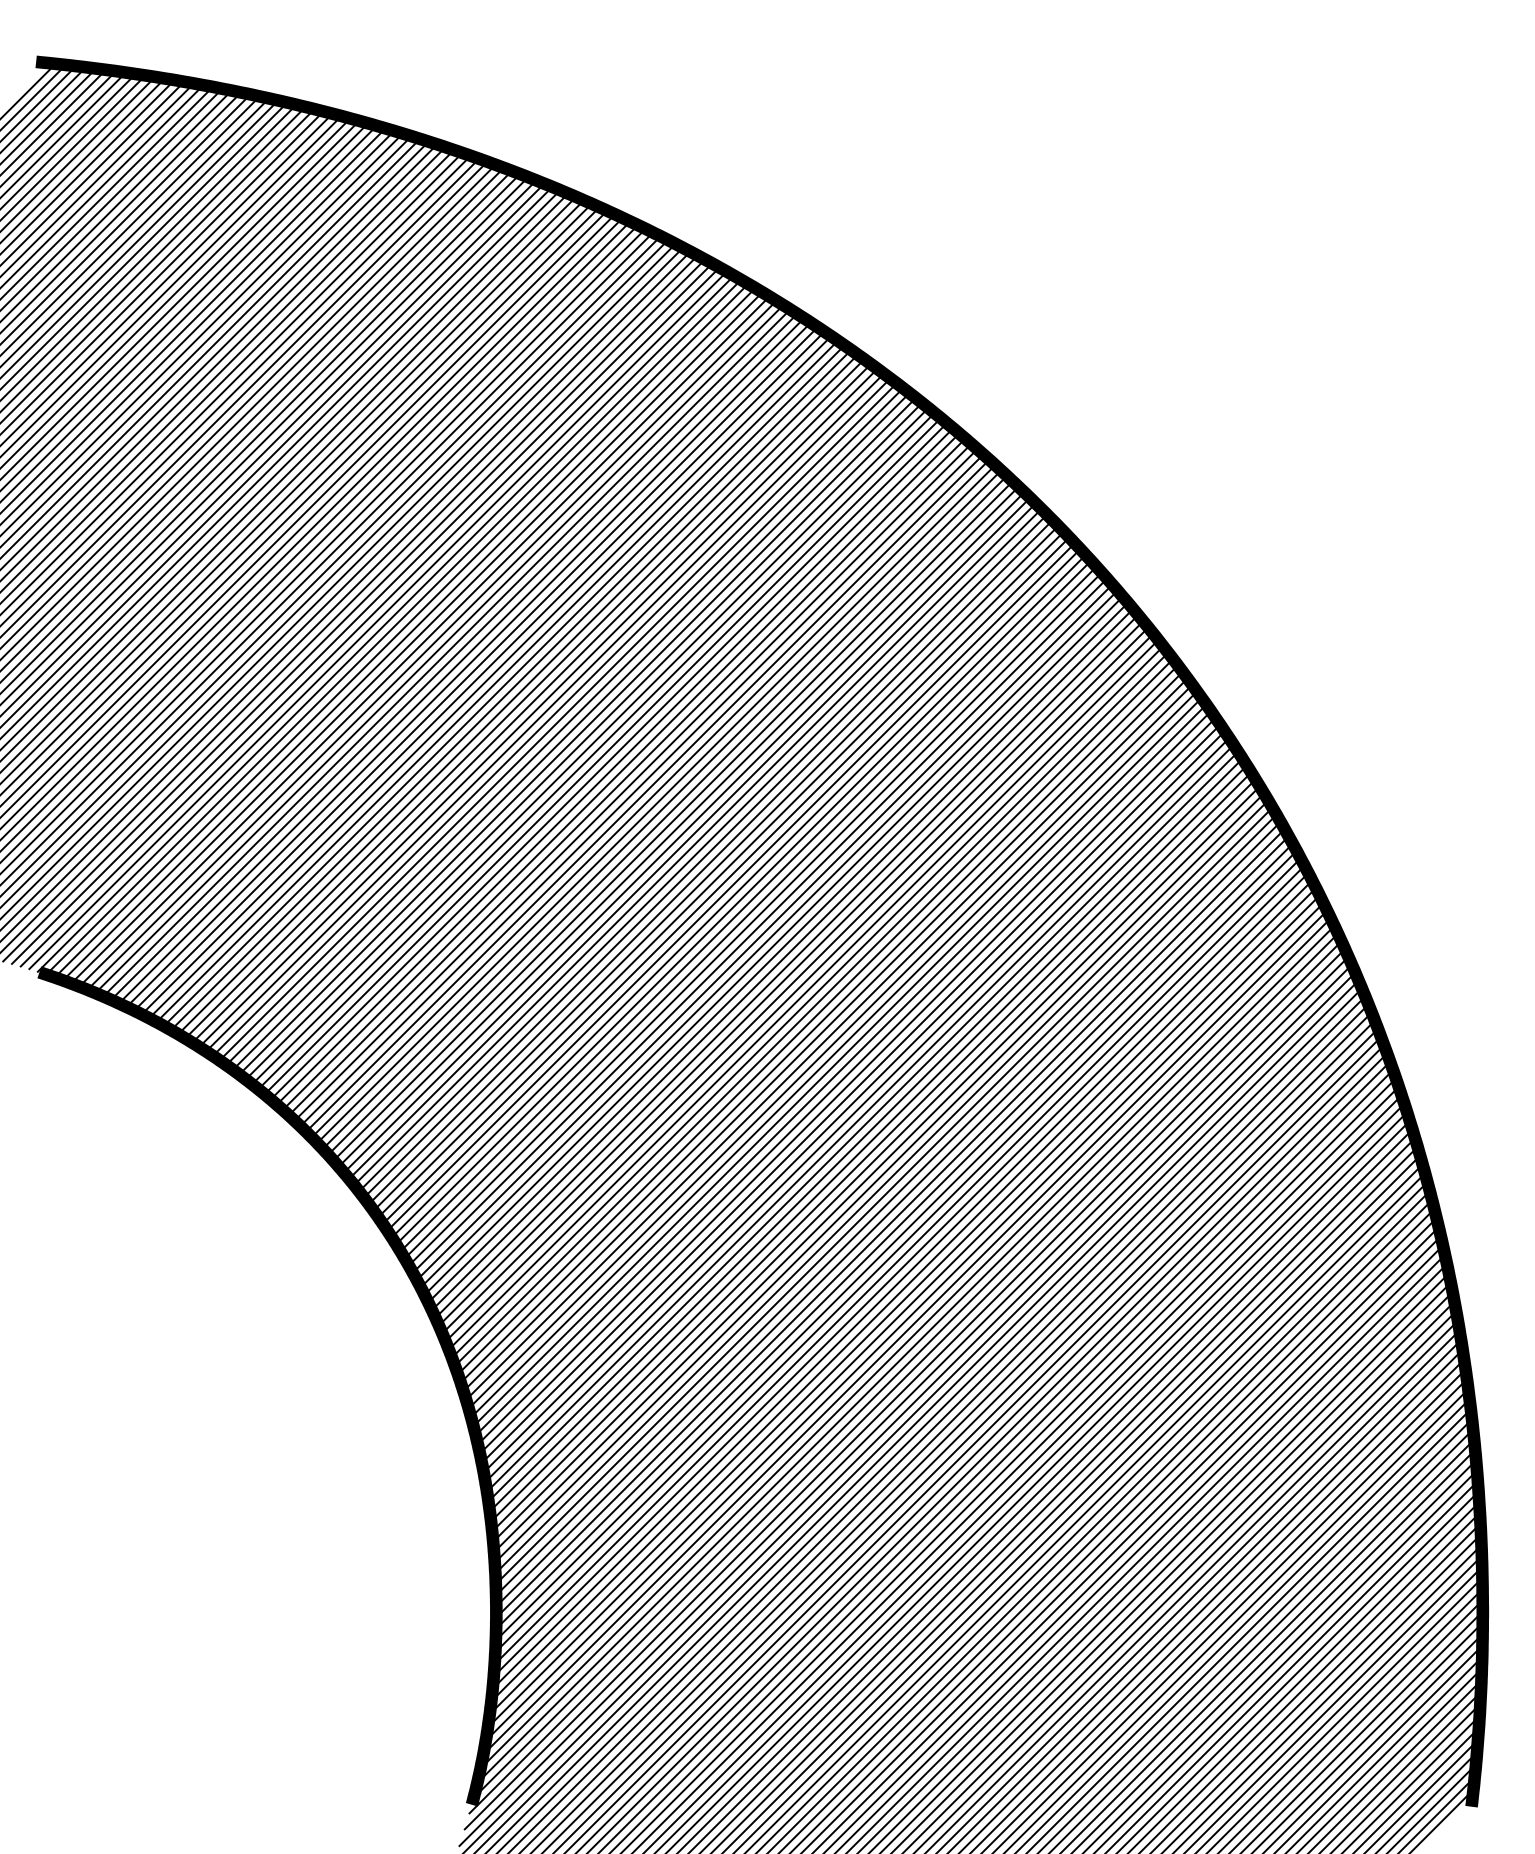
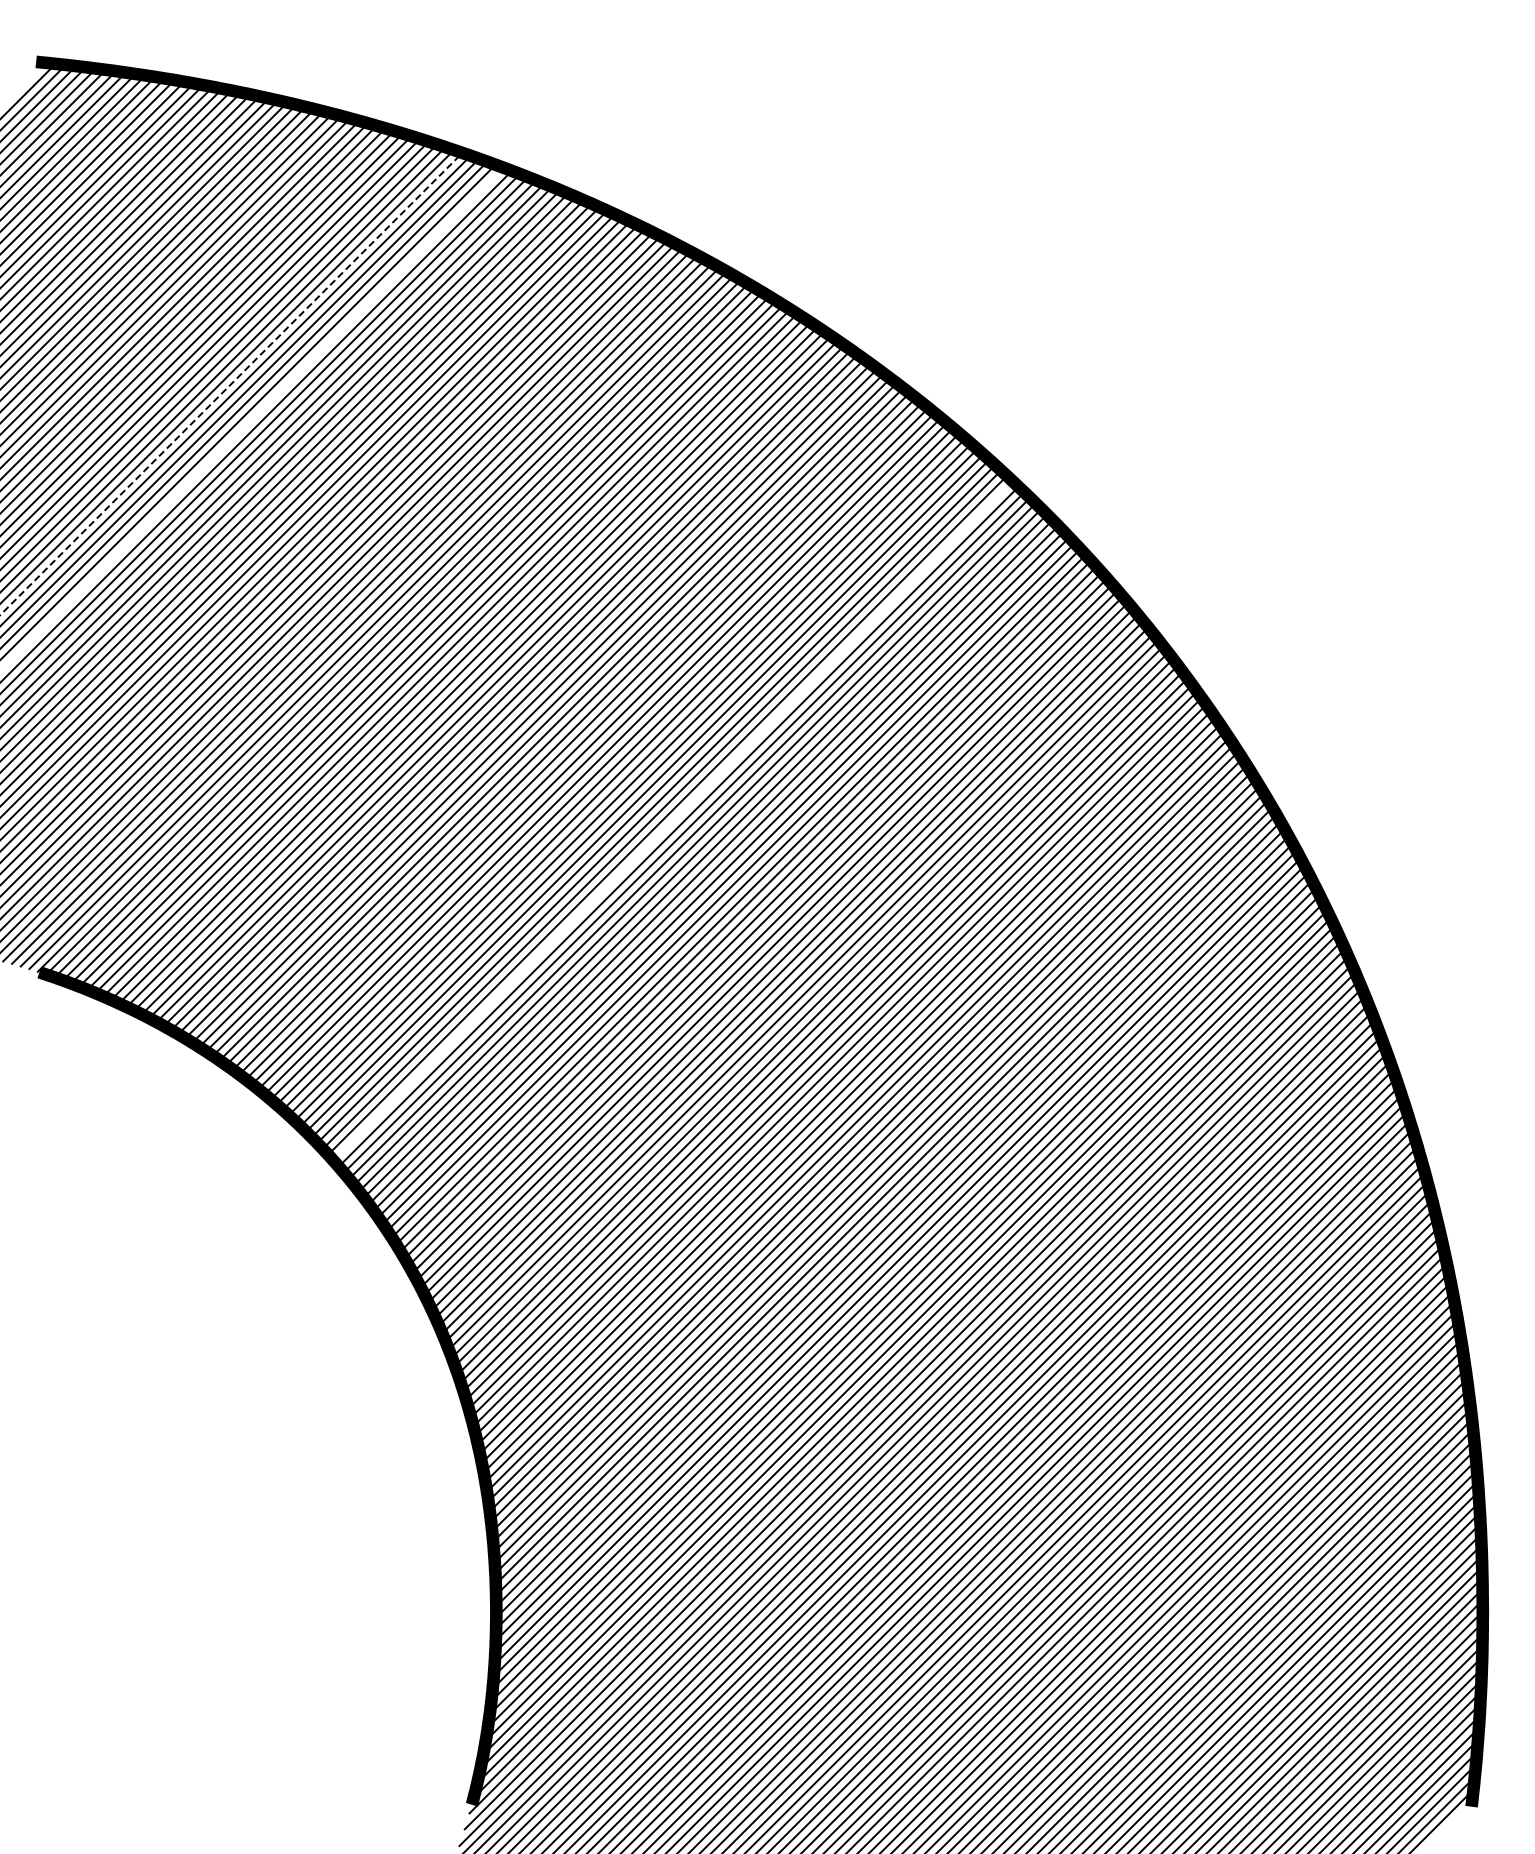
line at (231, 383): solid -> dashed
line at (252, 418): present -> none
line at (672, 820): present -> none
